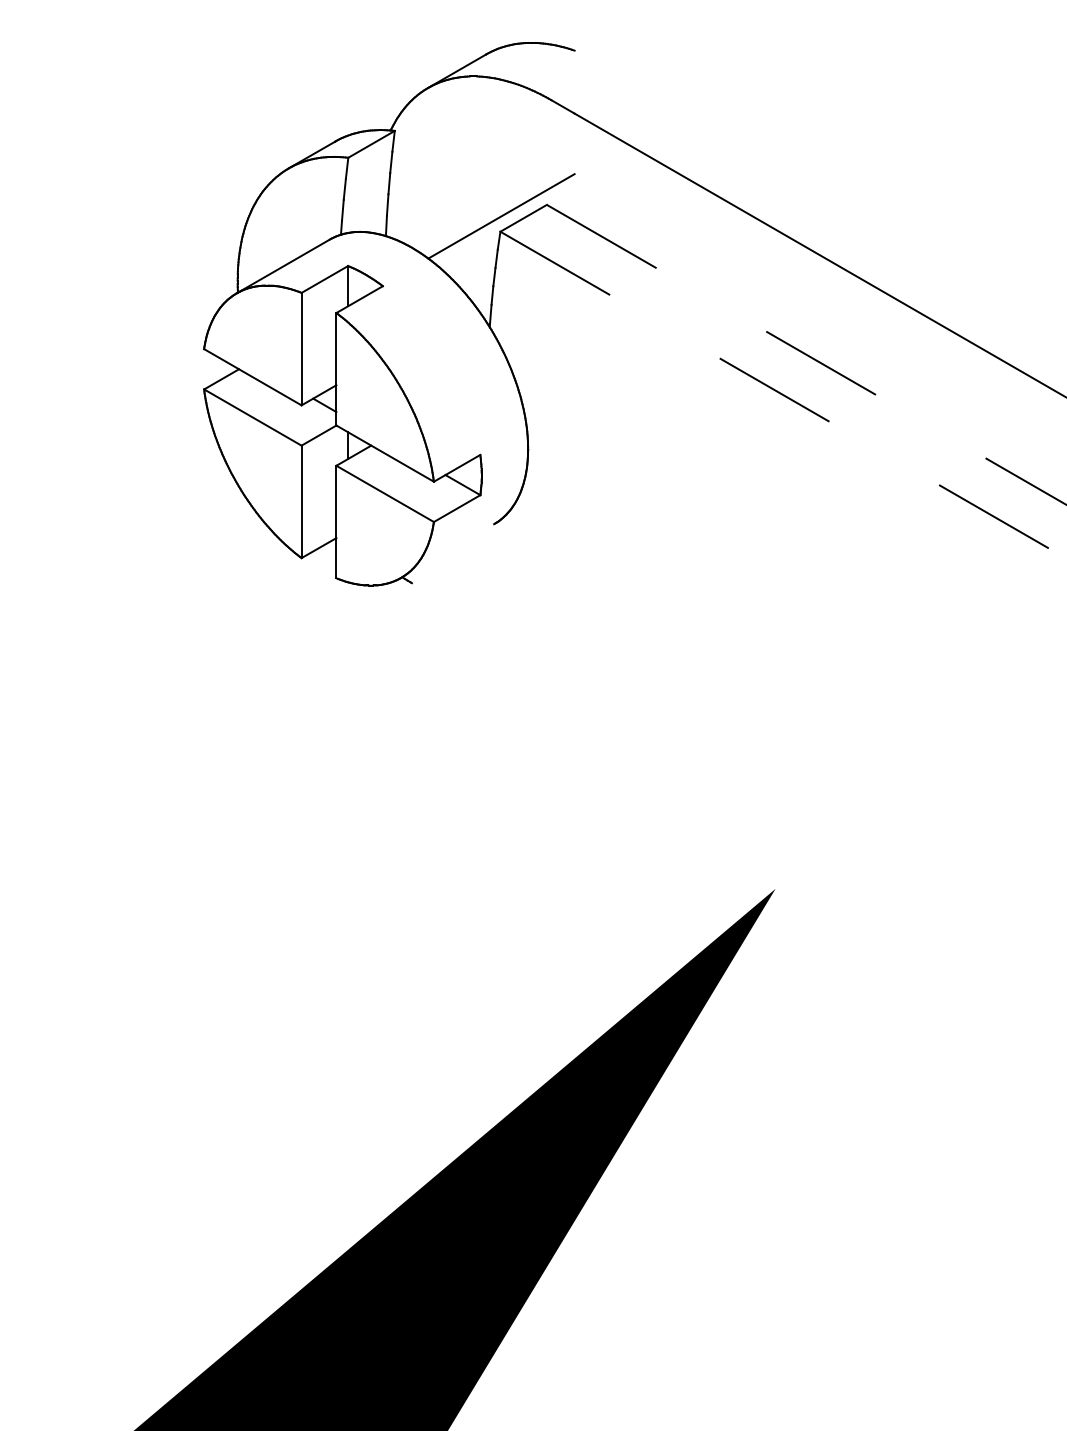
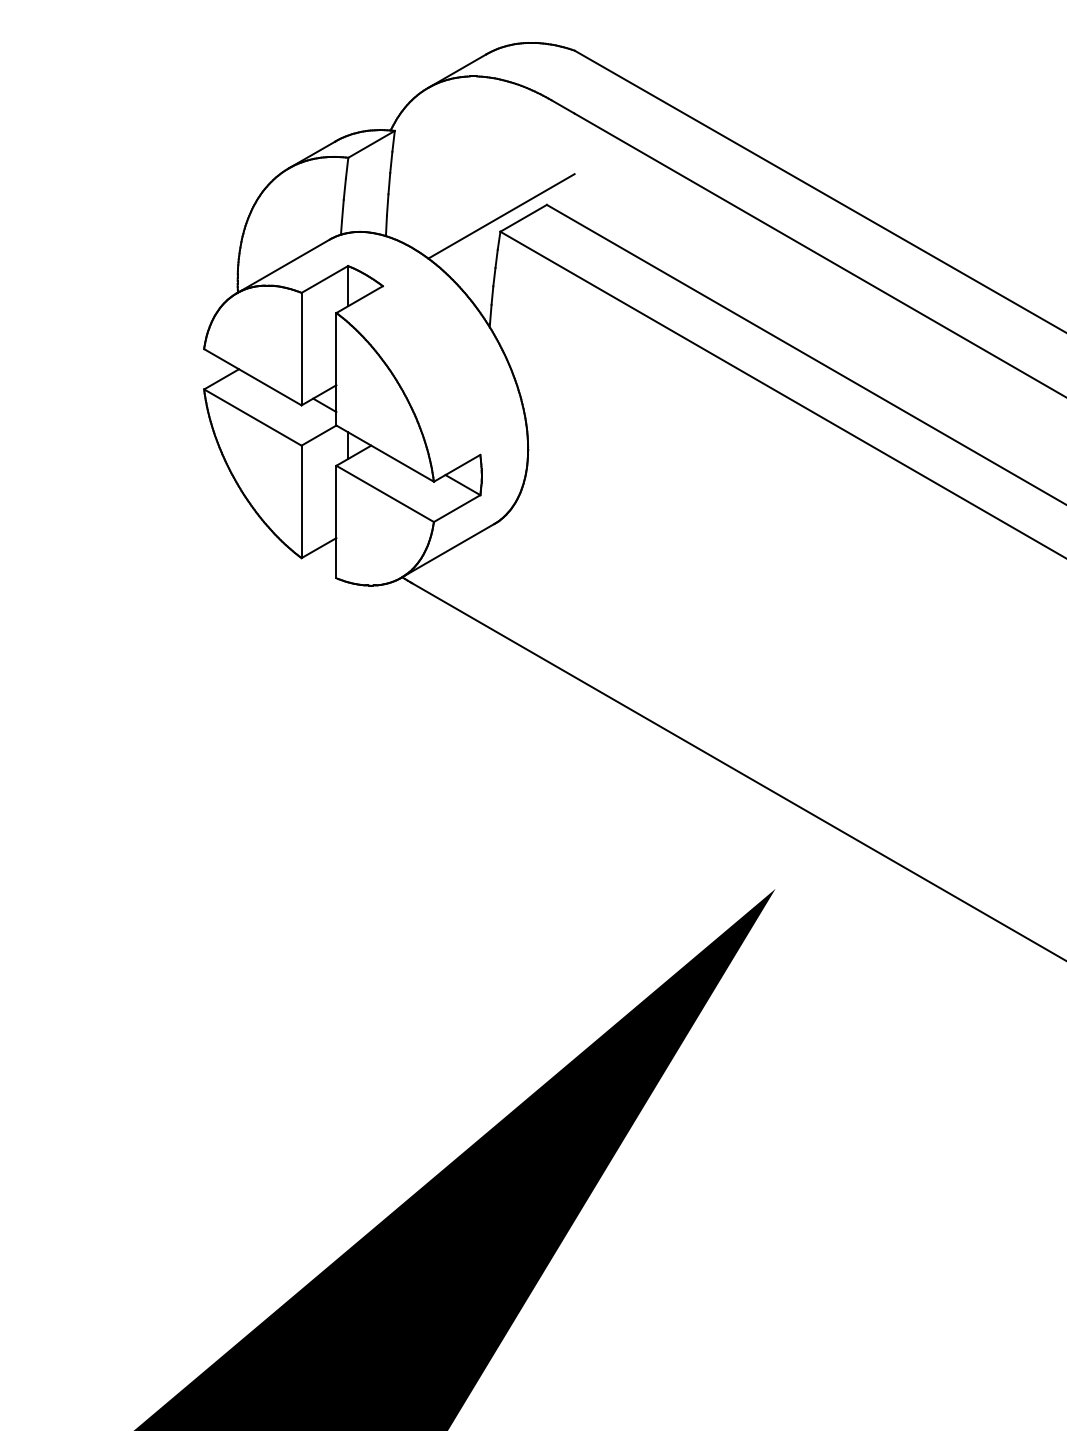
line at (818, 190): none -> present
line at (806, 354): dashed -> solid
line at (783, 395): dashed -> solid
line at (447, 550): none -> present
line at (737, 771): none -> present
